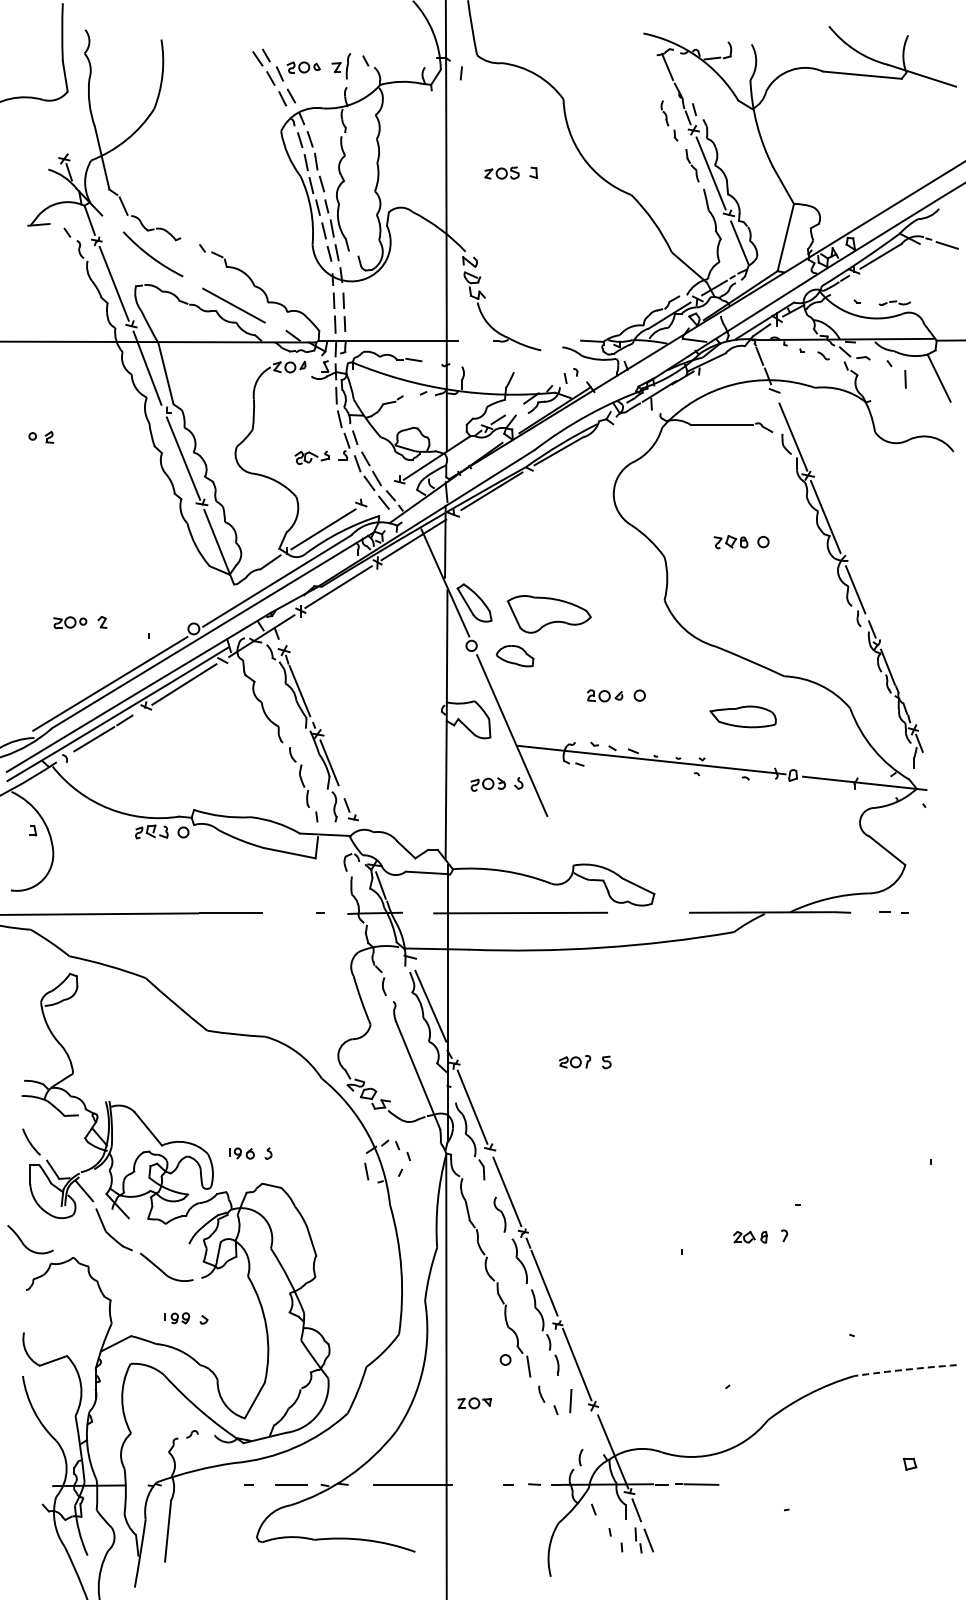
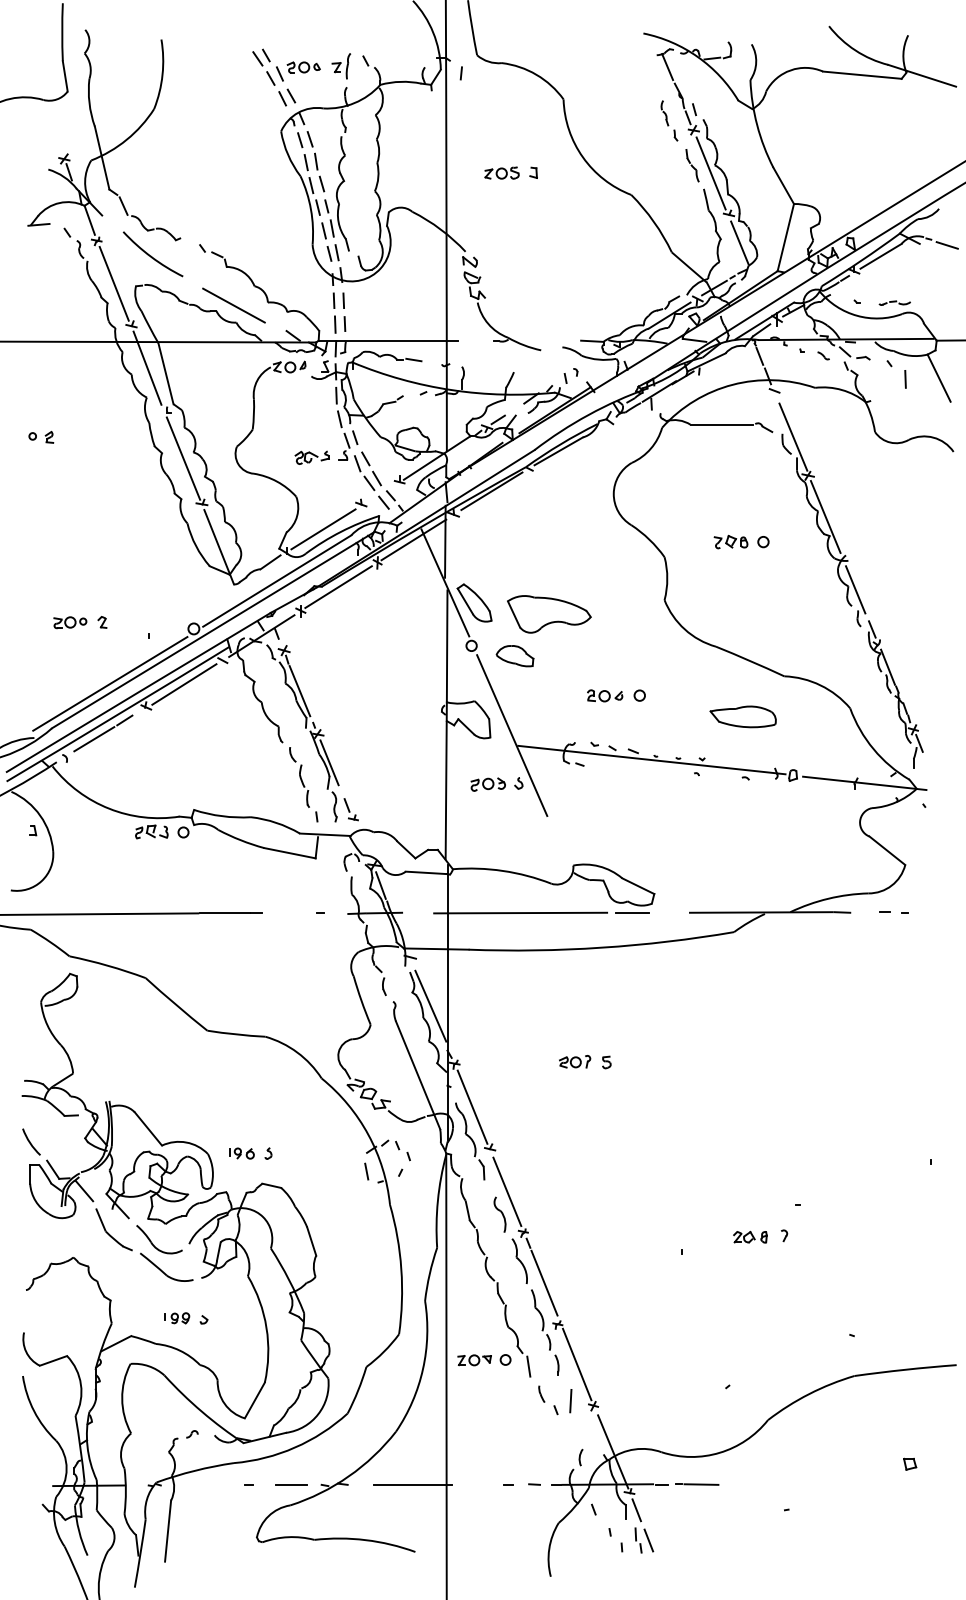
line at (632, 912): none -> present
part at (23, 1242) position: (23, 1242) -> (152, 1242)
arc at (905, 1369): dashed -> solid
part at (474, 1403) position: (474, 1403) -> (474, 1360)
